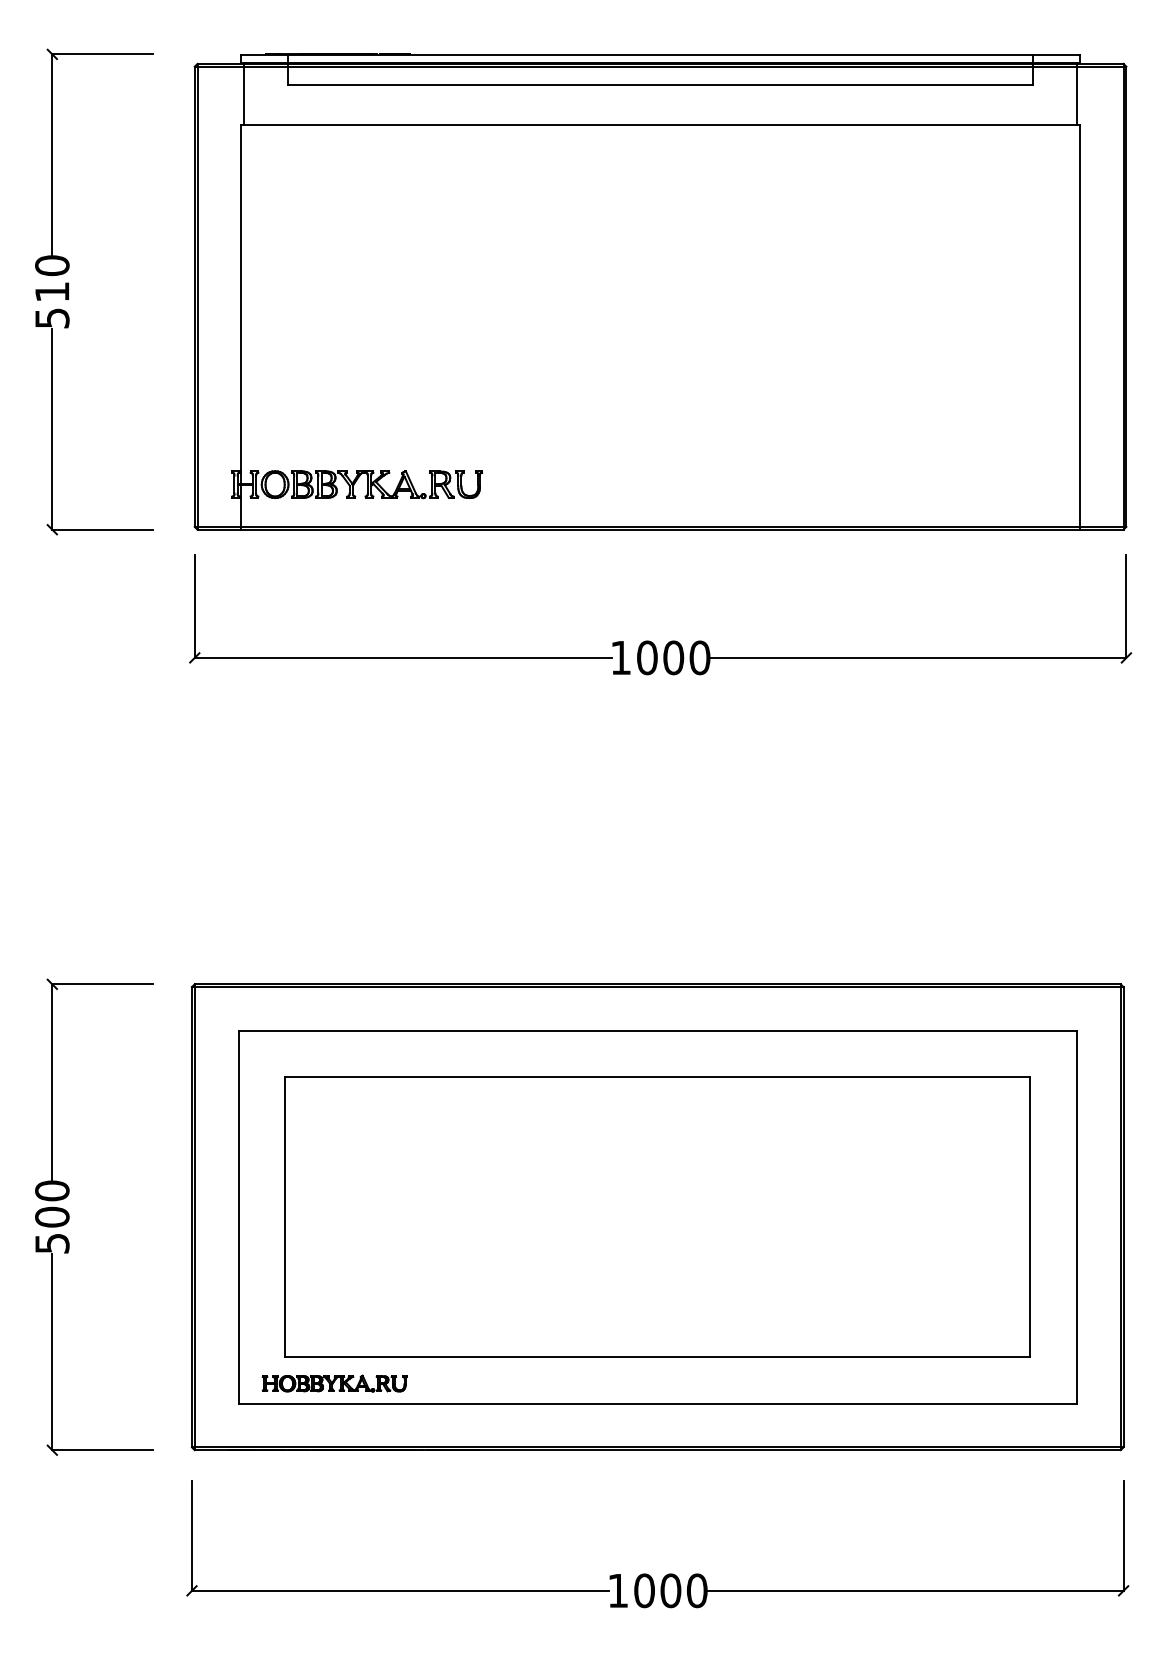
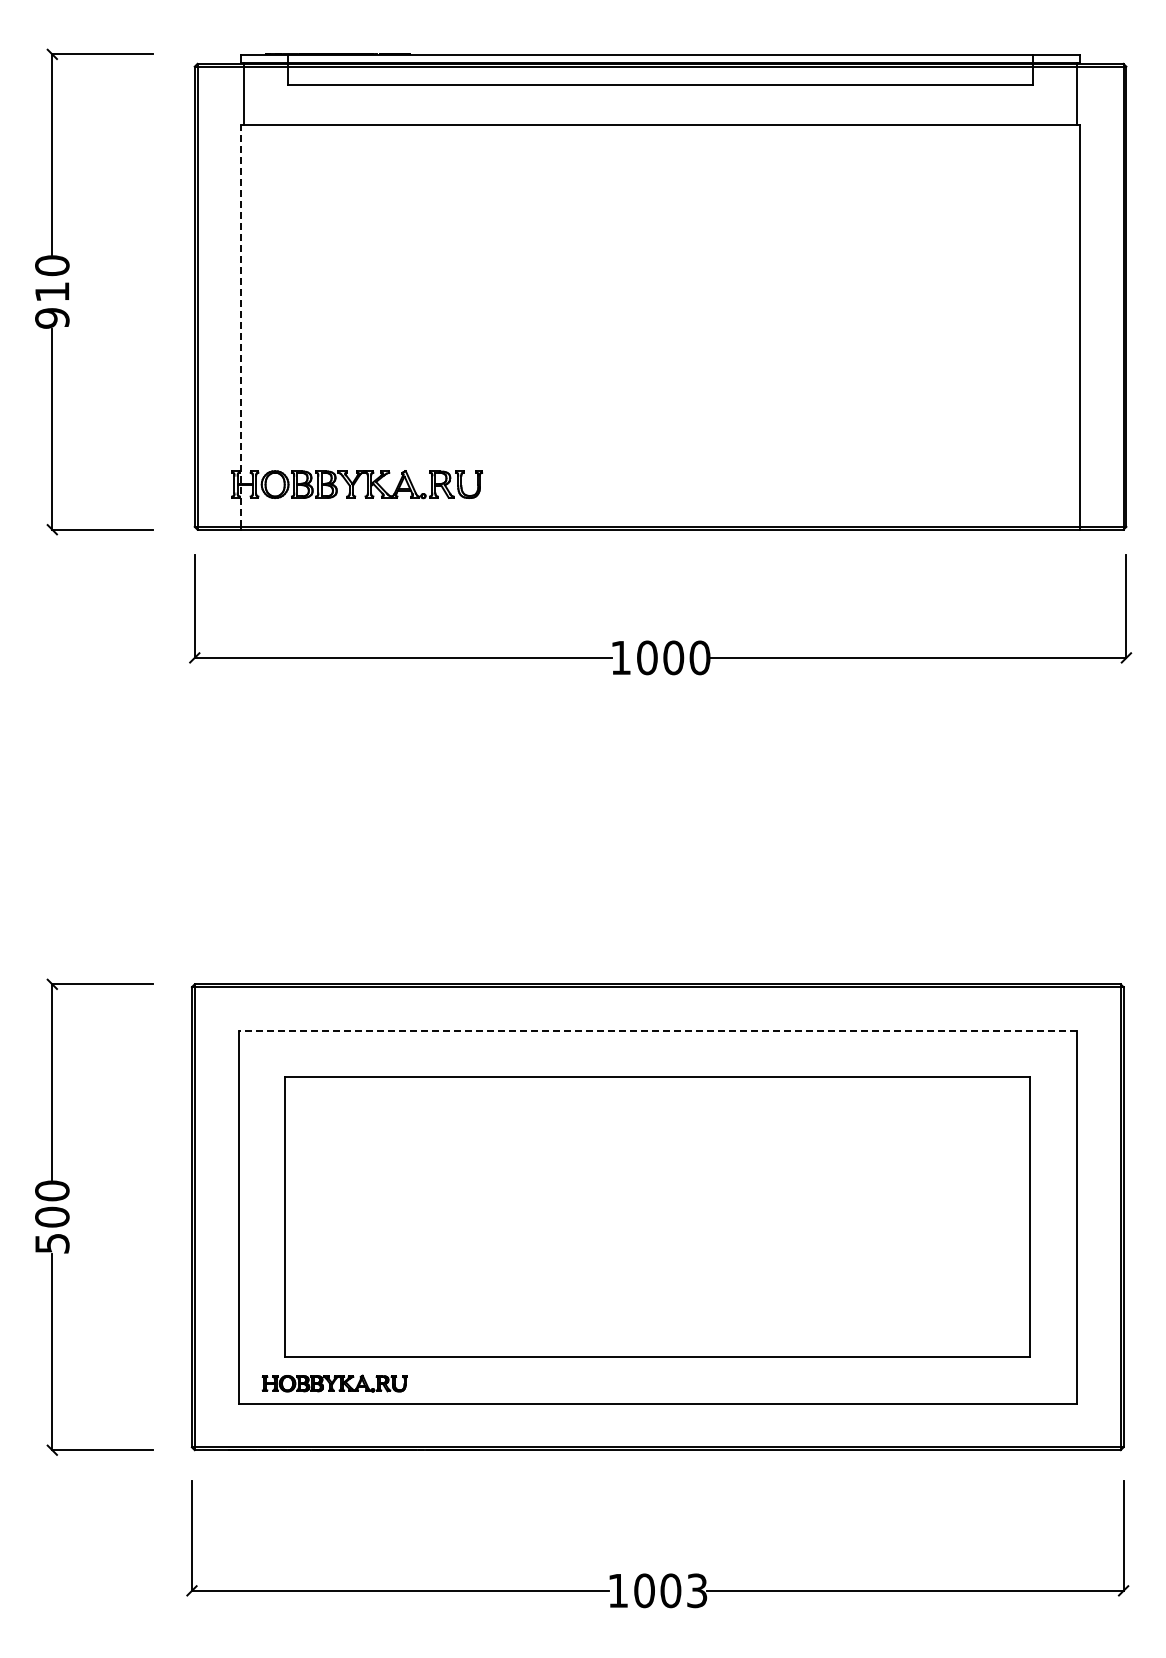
text at (52, 318): 510 -> 910
line at (241, 326): solid -> dashed
line at (657, 1030): solid -> dashed
text at (696, 1590): 1000 -> 1003
